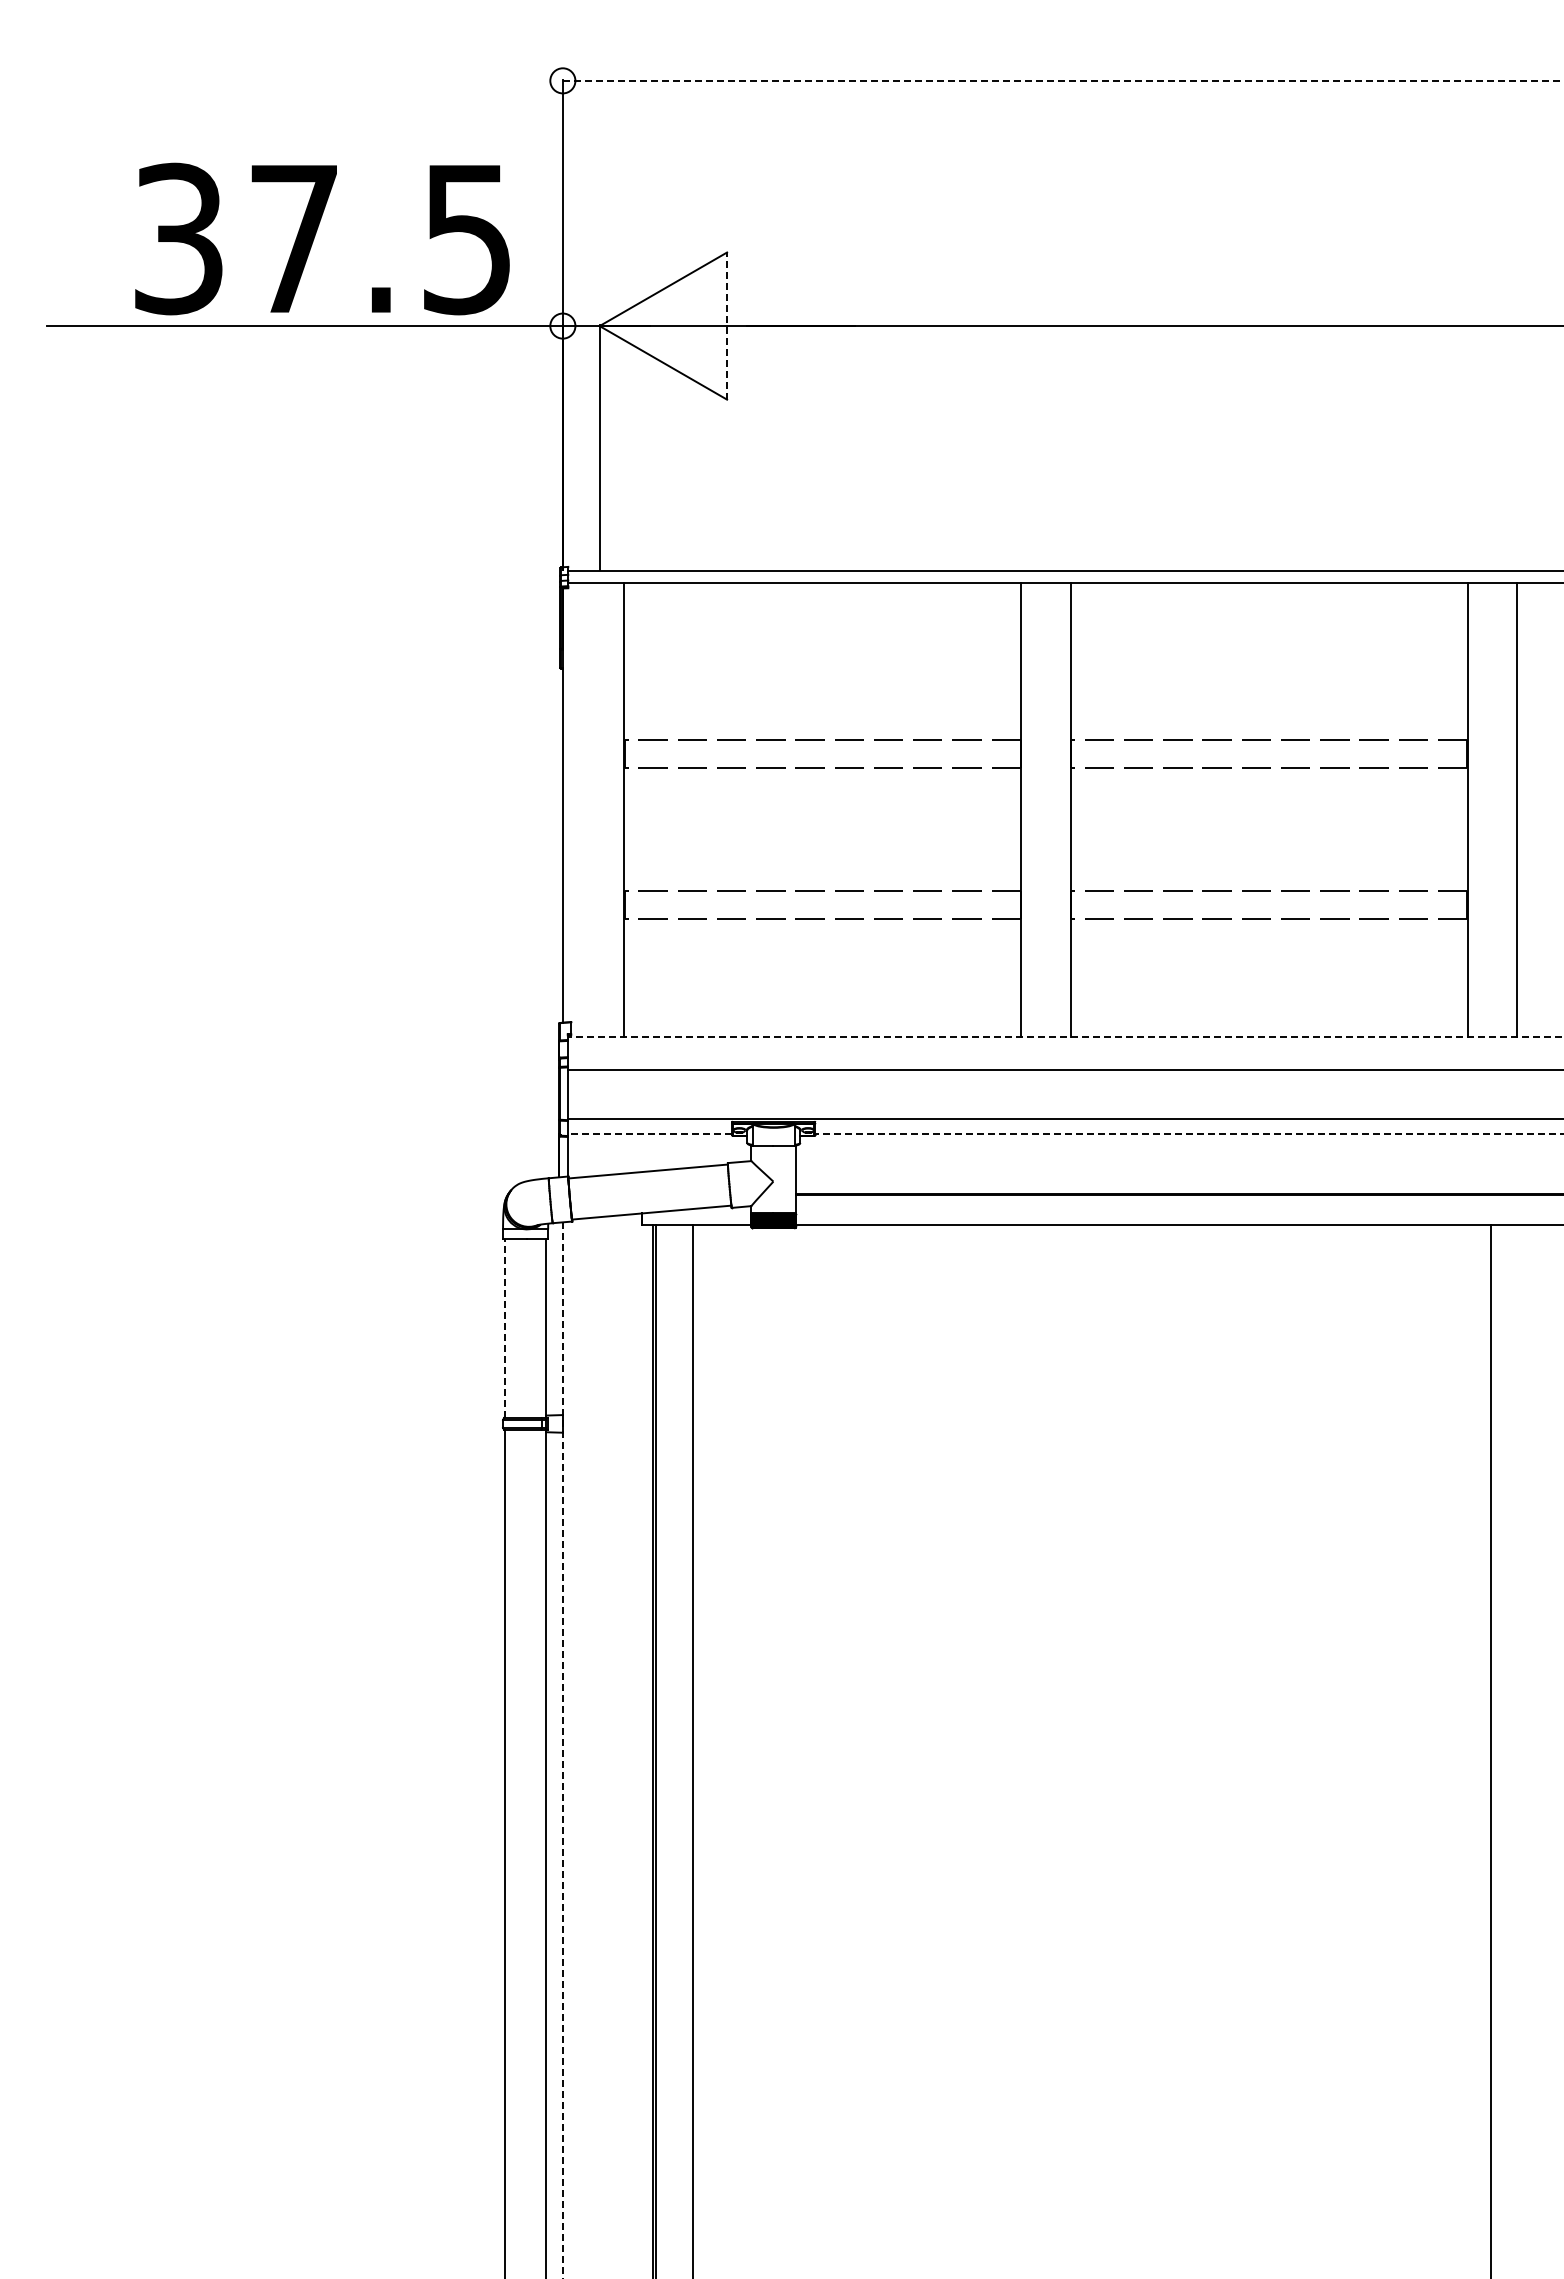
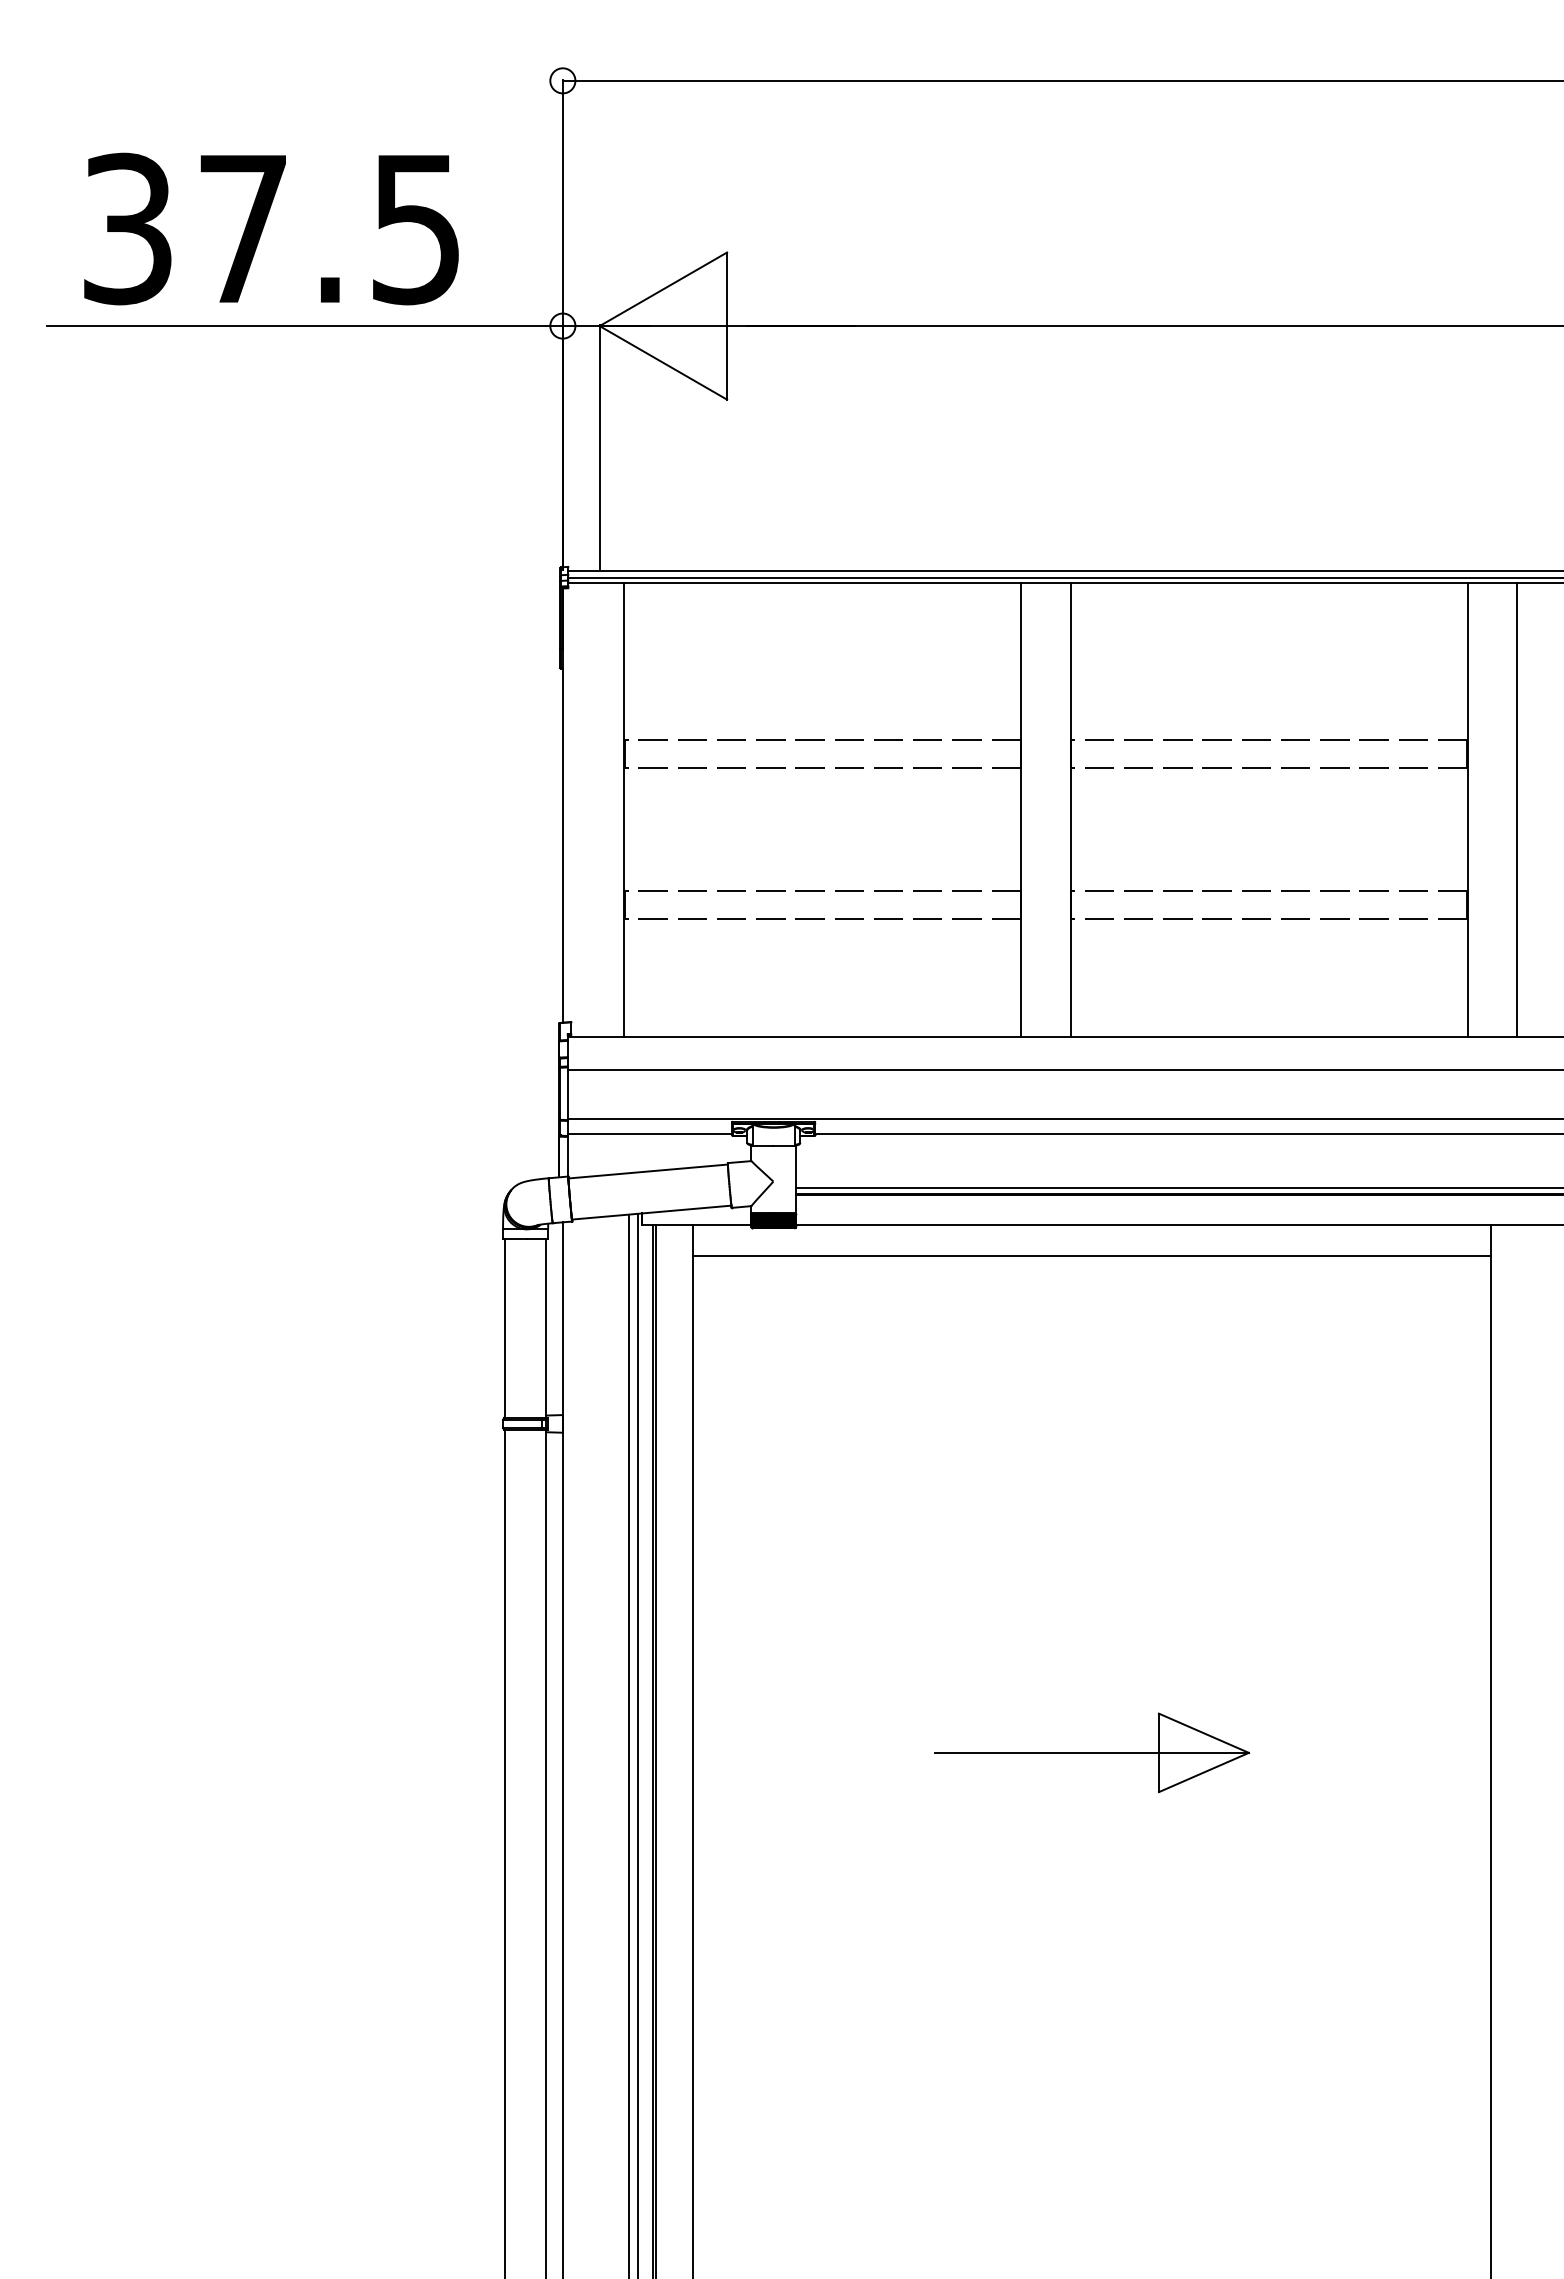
line at (1063, 80): dashed -> solid
text at (322, 238) position: (322, 238) -> (271, 228)
line at (727, 326): dashed -> solid
line at (1064, 578): none -> present
line at (1065, 1037): dashed -> solid
line at (649, 1133): dashed -> solid
line at (1189, 1133): dashed -> solid
line at (1178, 1187): none -> present
line at (1091, 1256): none -> present
line at (505, 1328): dashed -> solid
line at (629, 1744): none -> present
line at (637, 1744): none -> present
line at (562, 1750): dashed -> solid
part at (1091, 1752): none -> present
